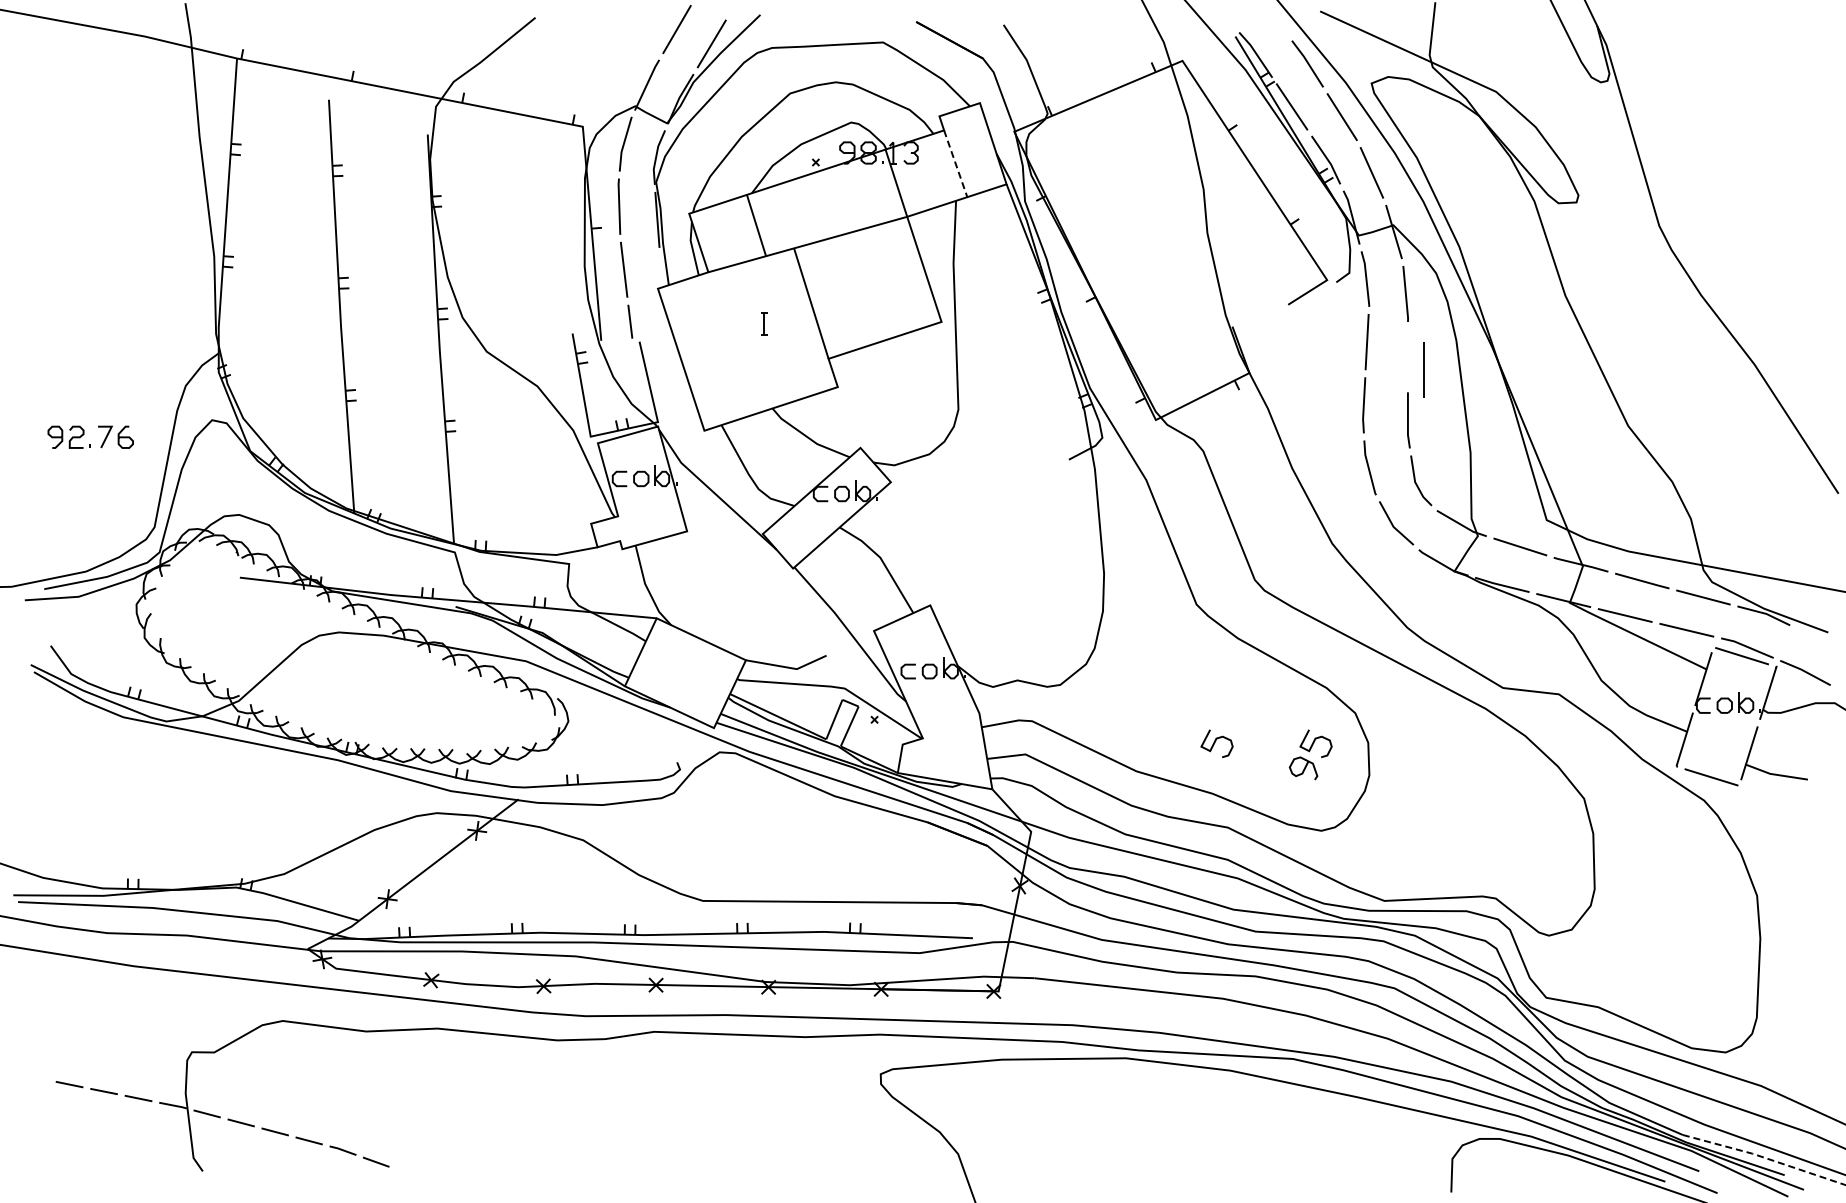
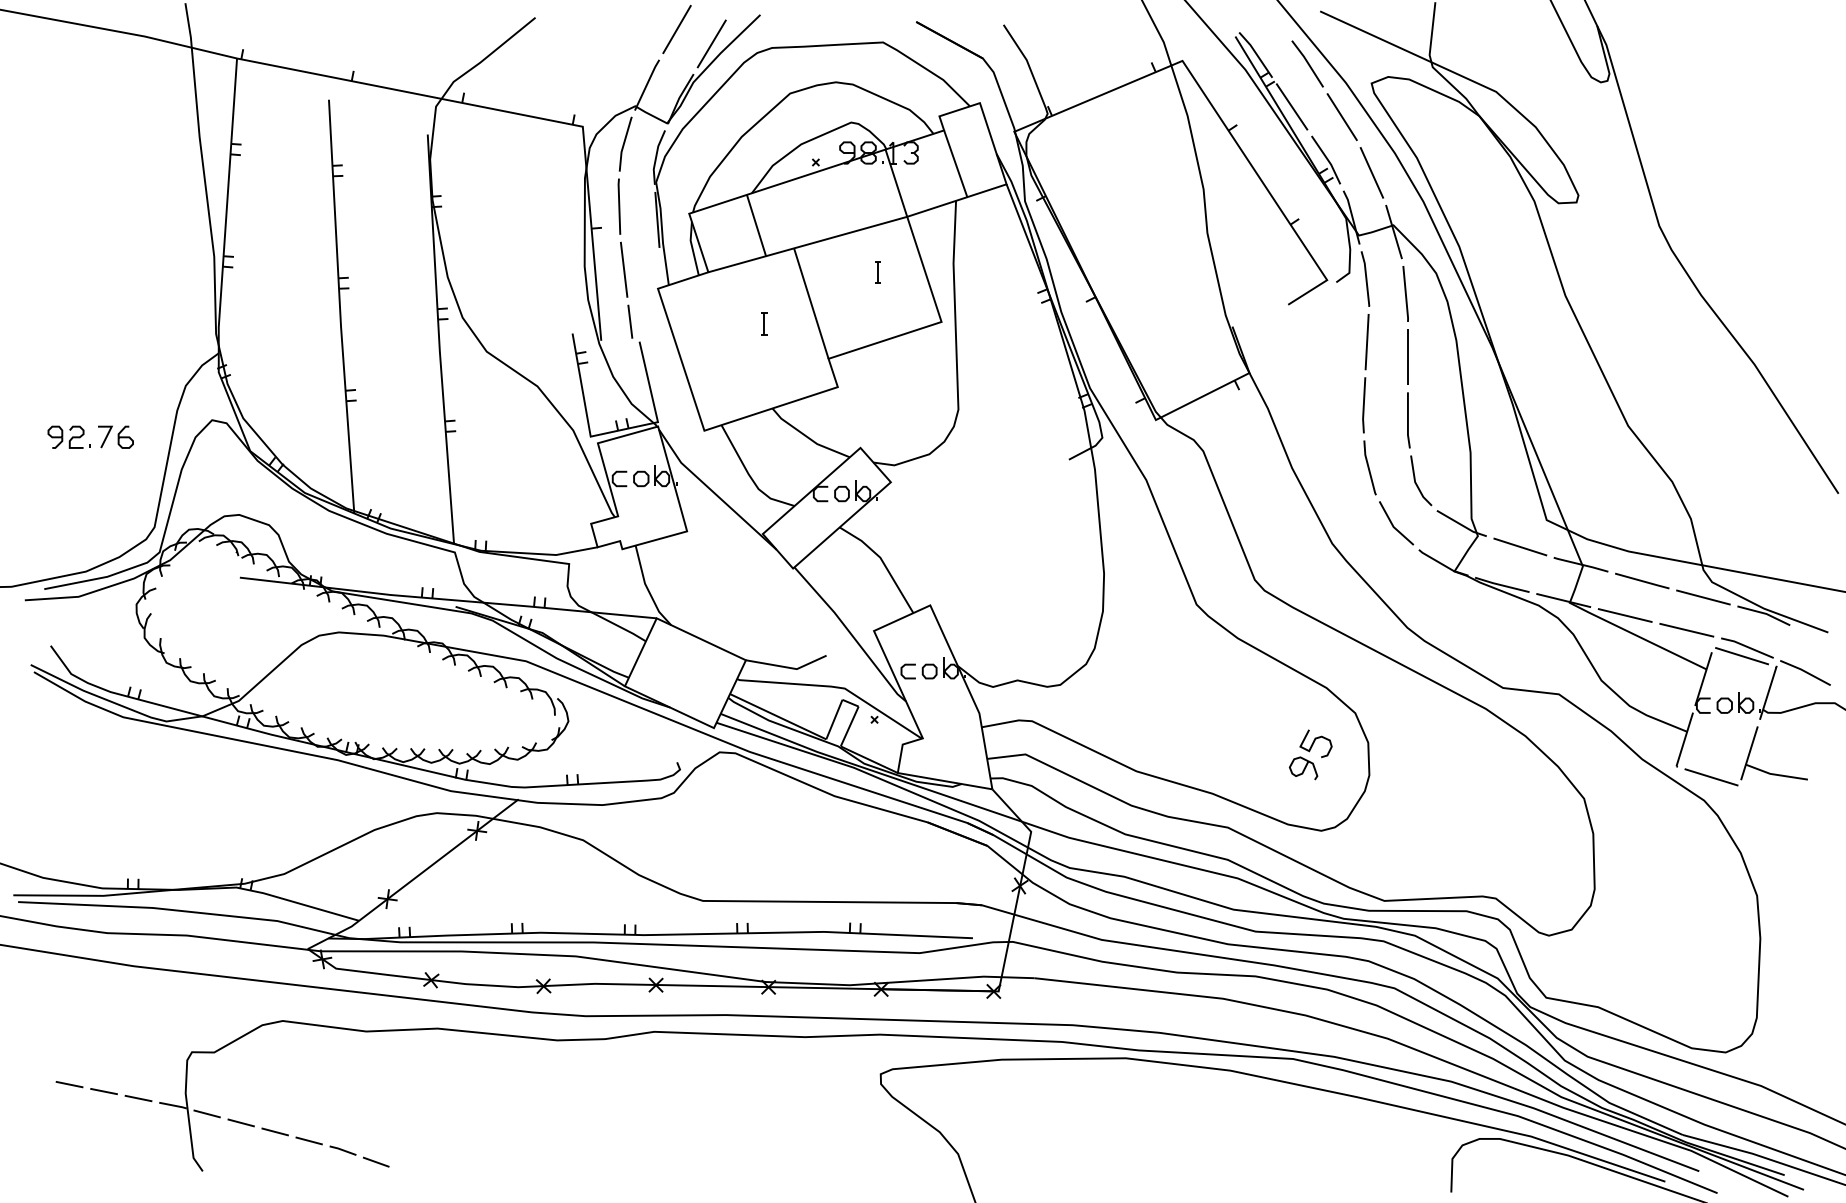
line at (955, 164): dashed -> solid
part at (877, 272): none -> present
line at (1423, 369) position: (1423, 369) -> (1407, 356)
curve at (1215, 743): present -> none
line at (1763, 1157): dashed -> solid
